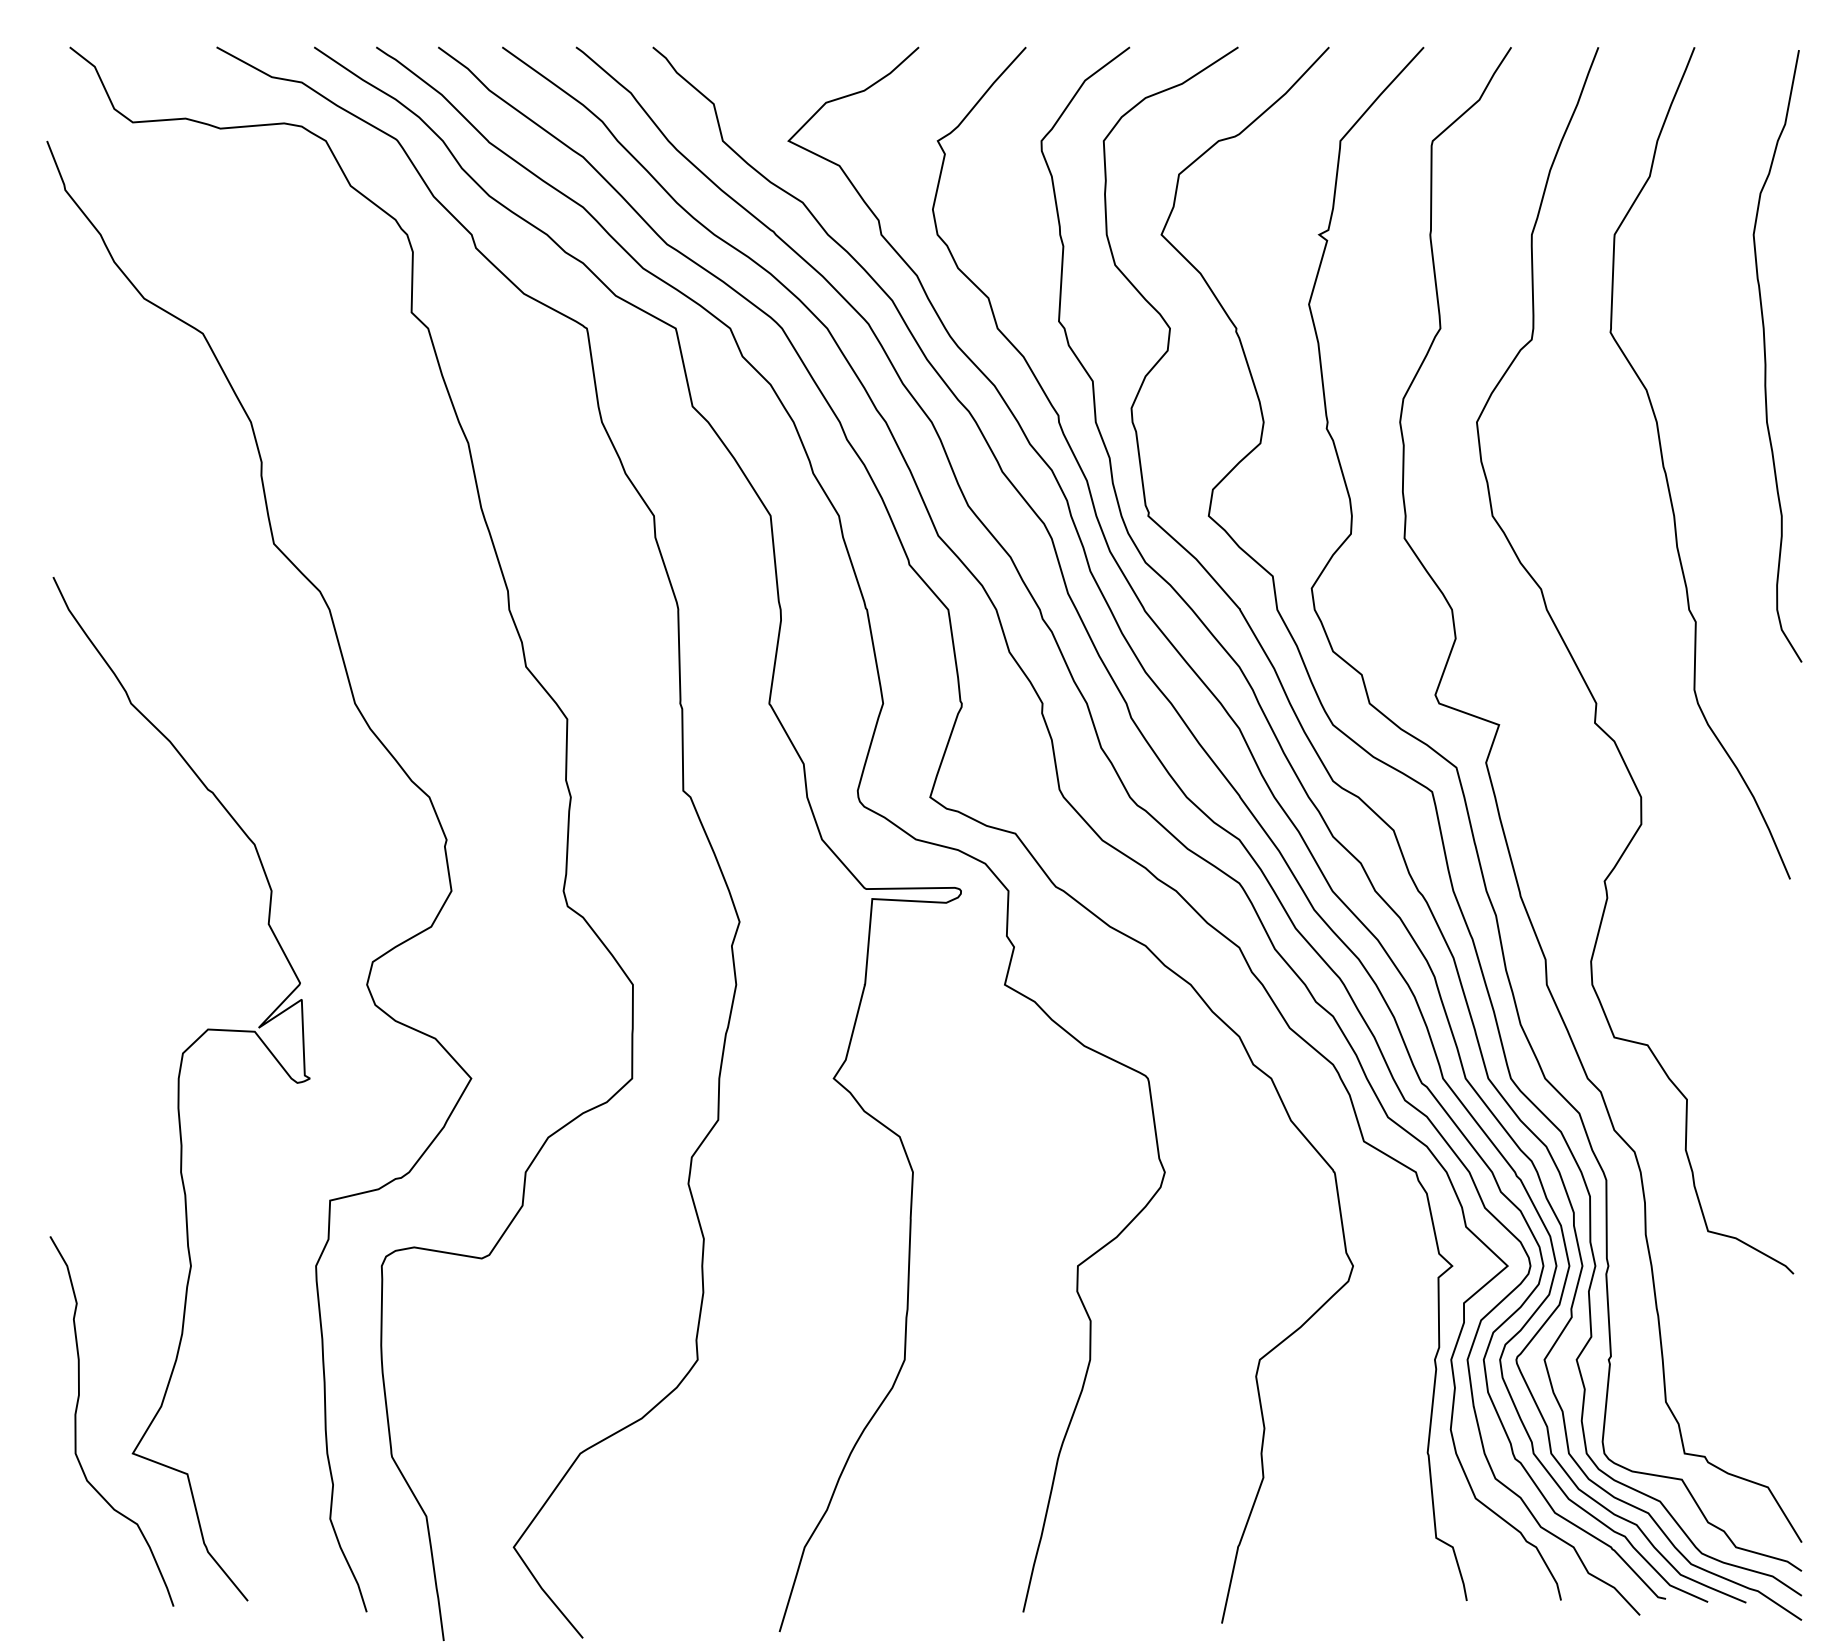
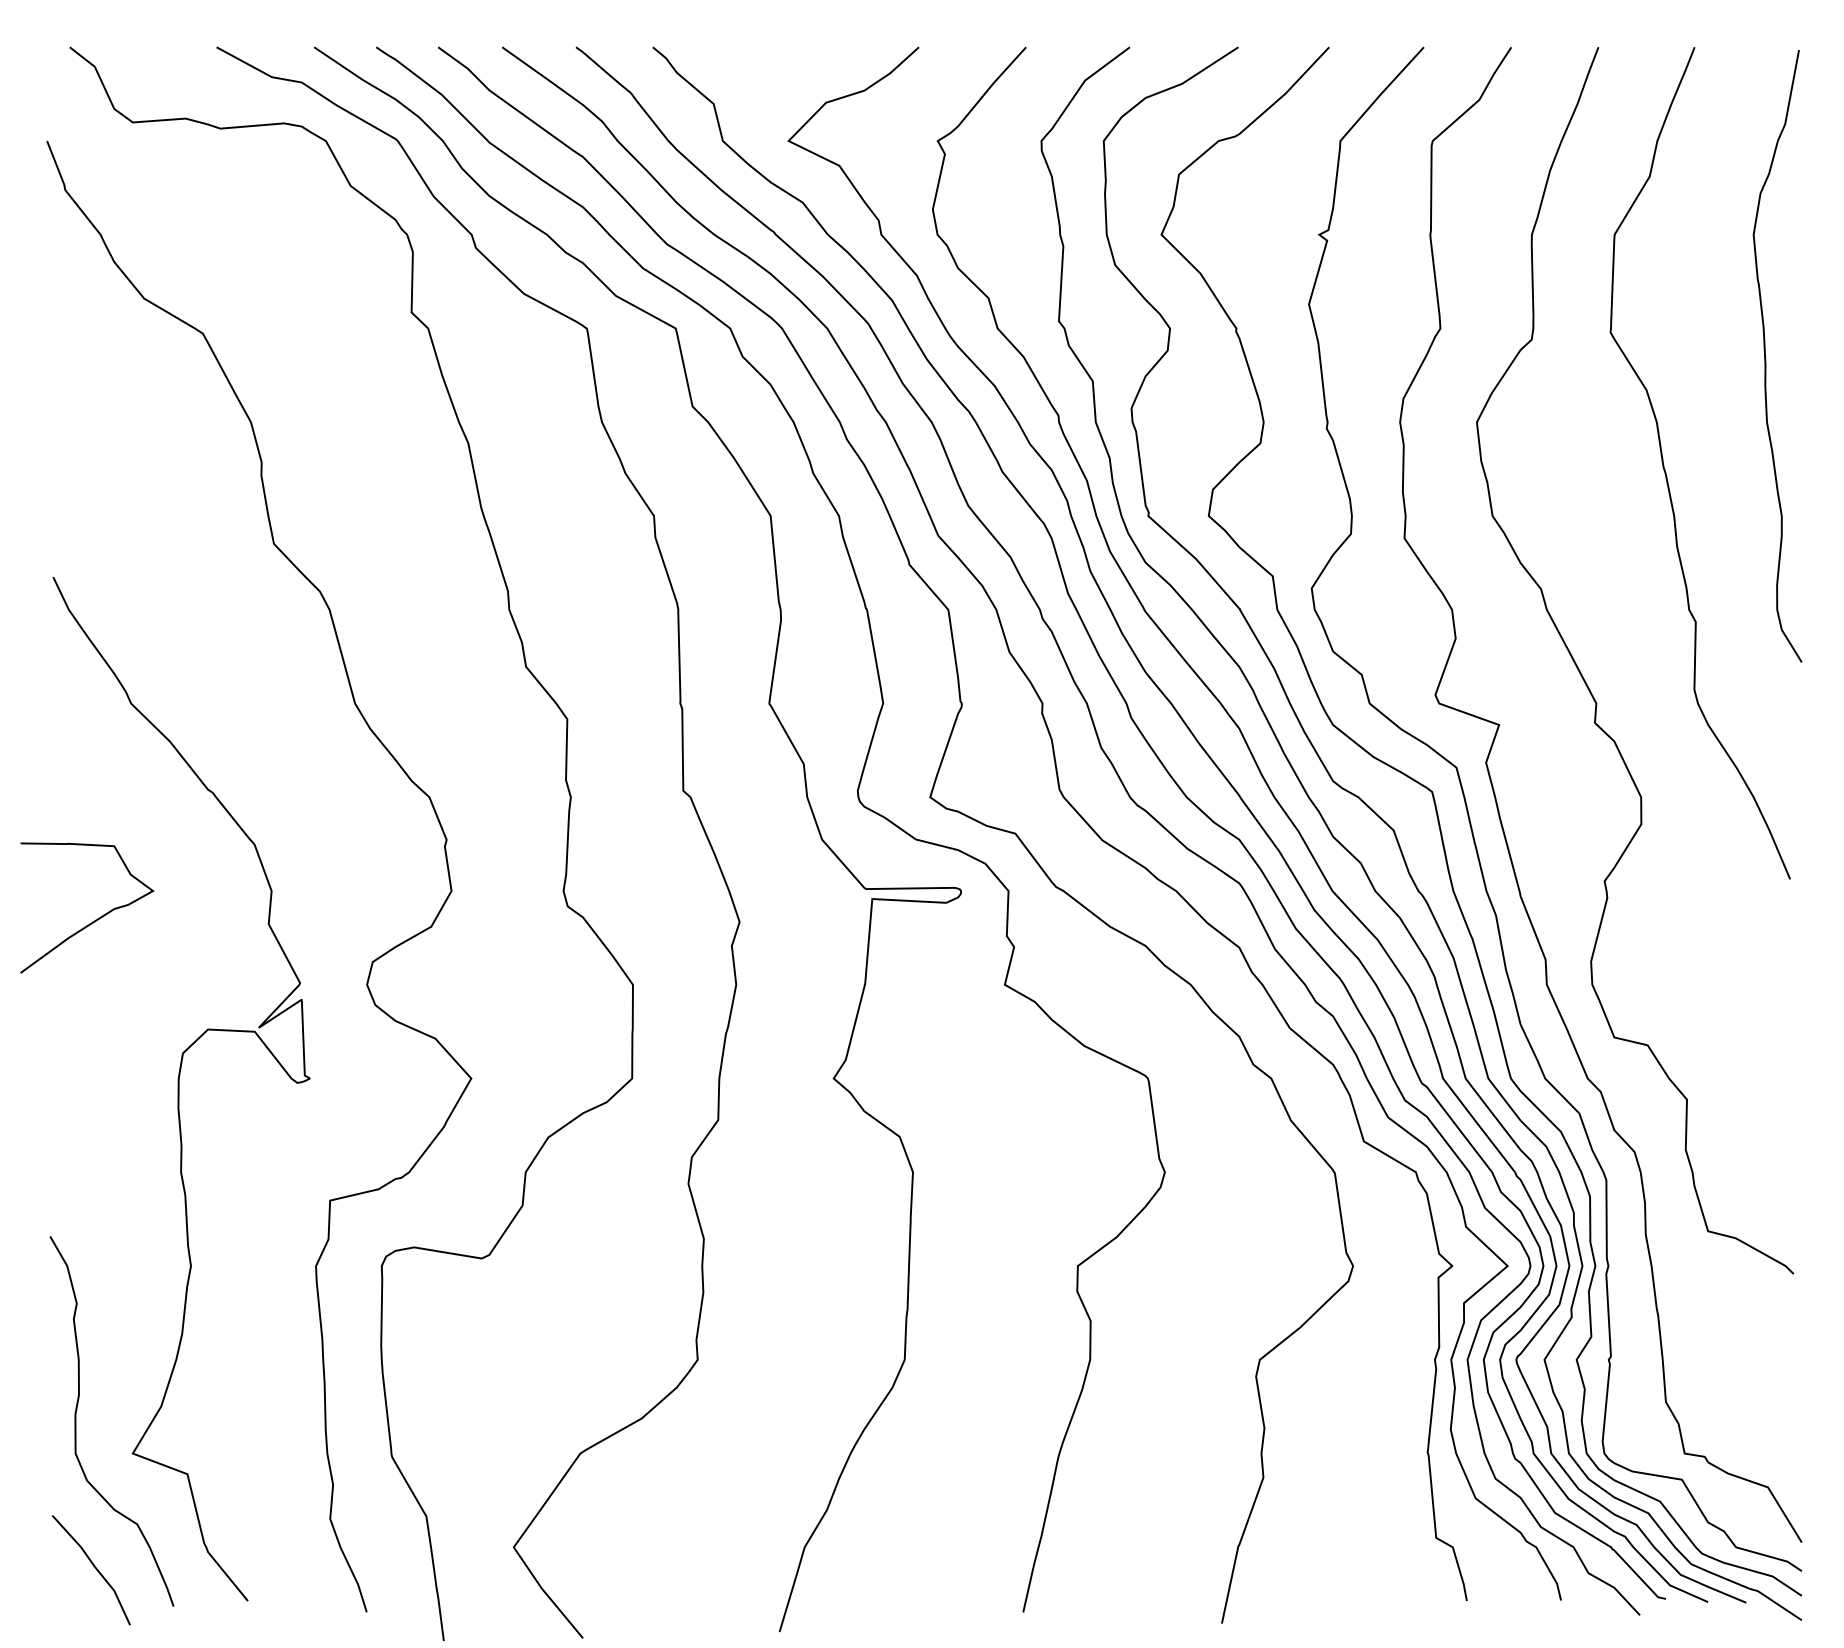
curve at (95, 919): none -> present
line at (94, 1568): none -> present
